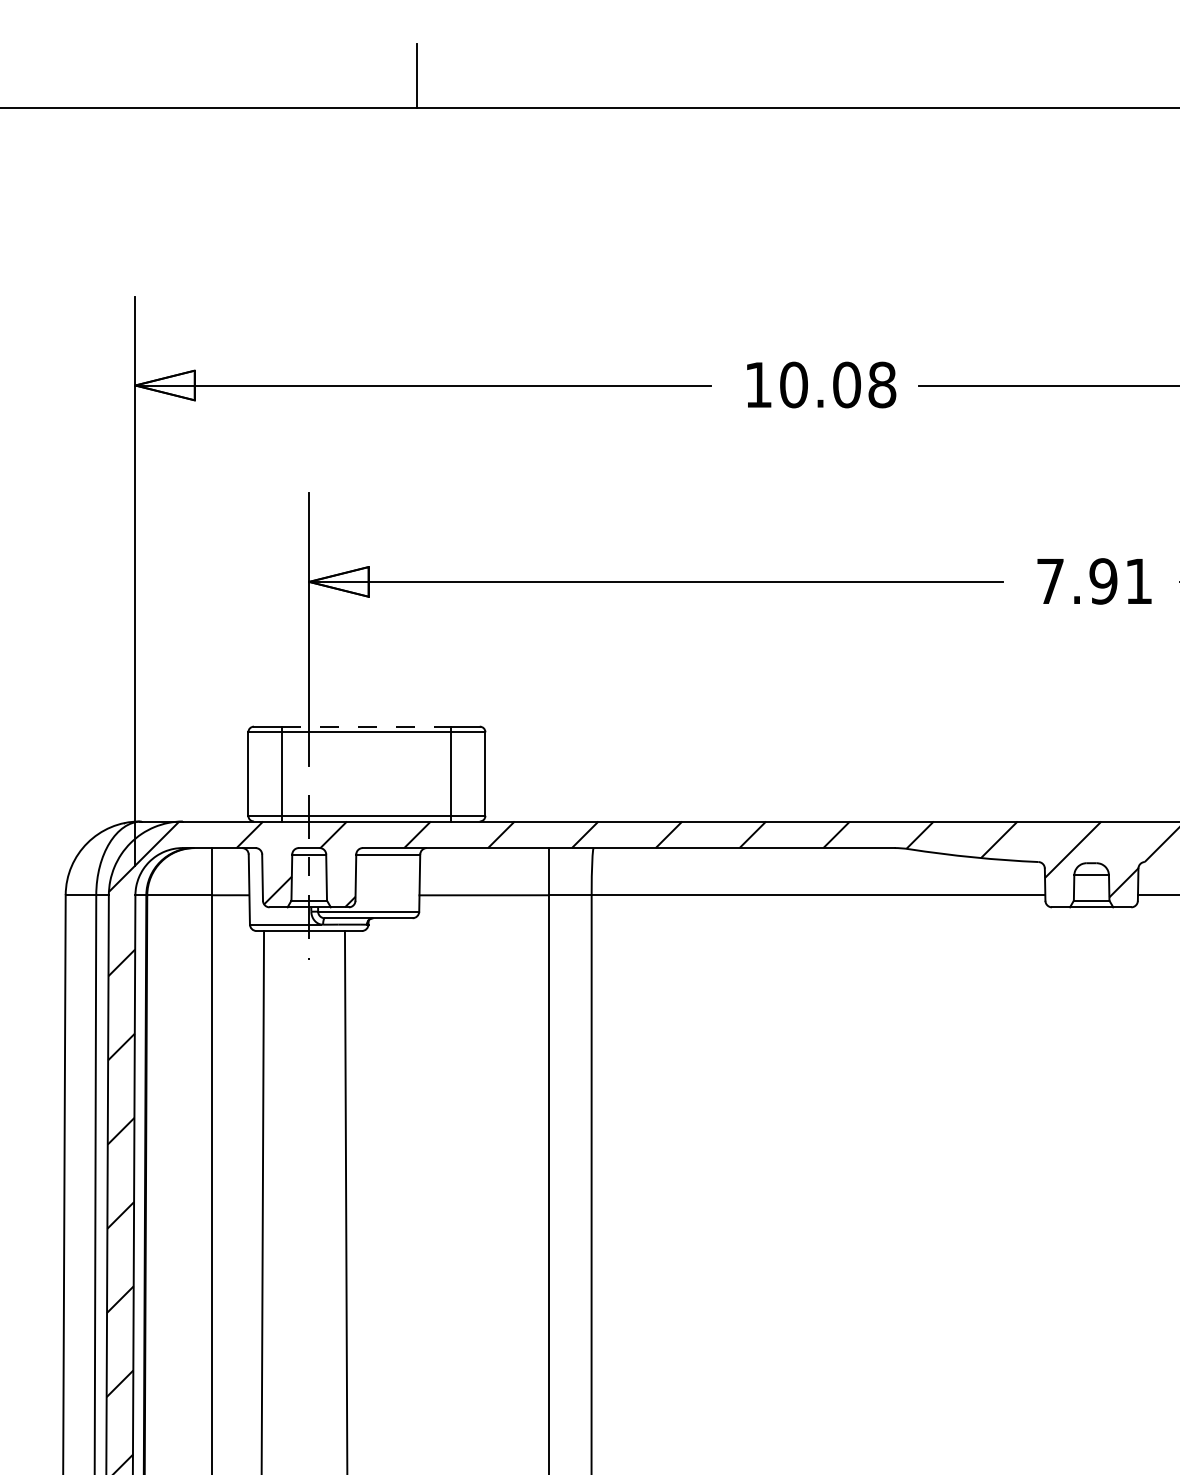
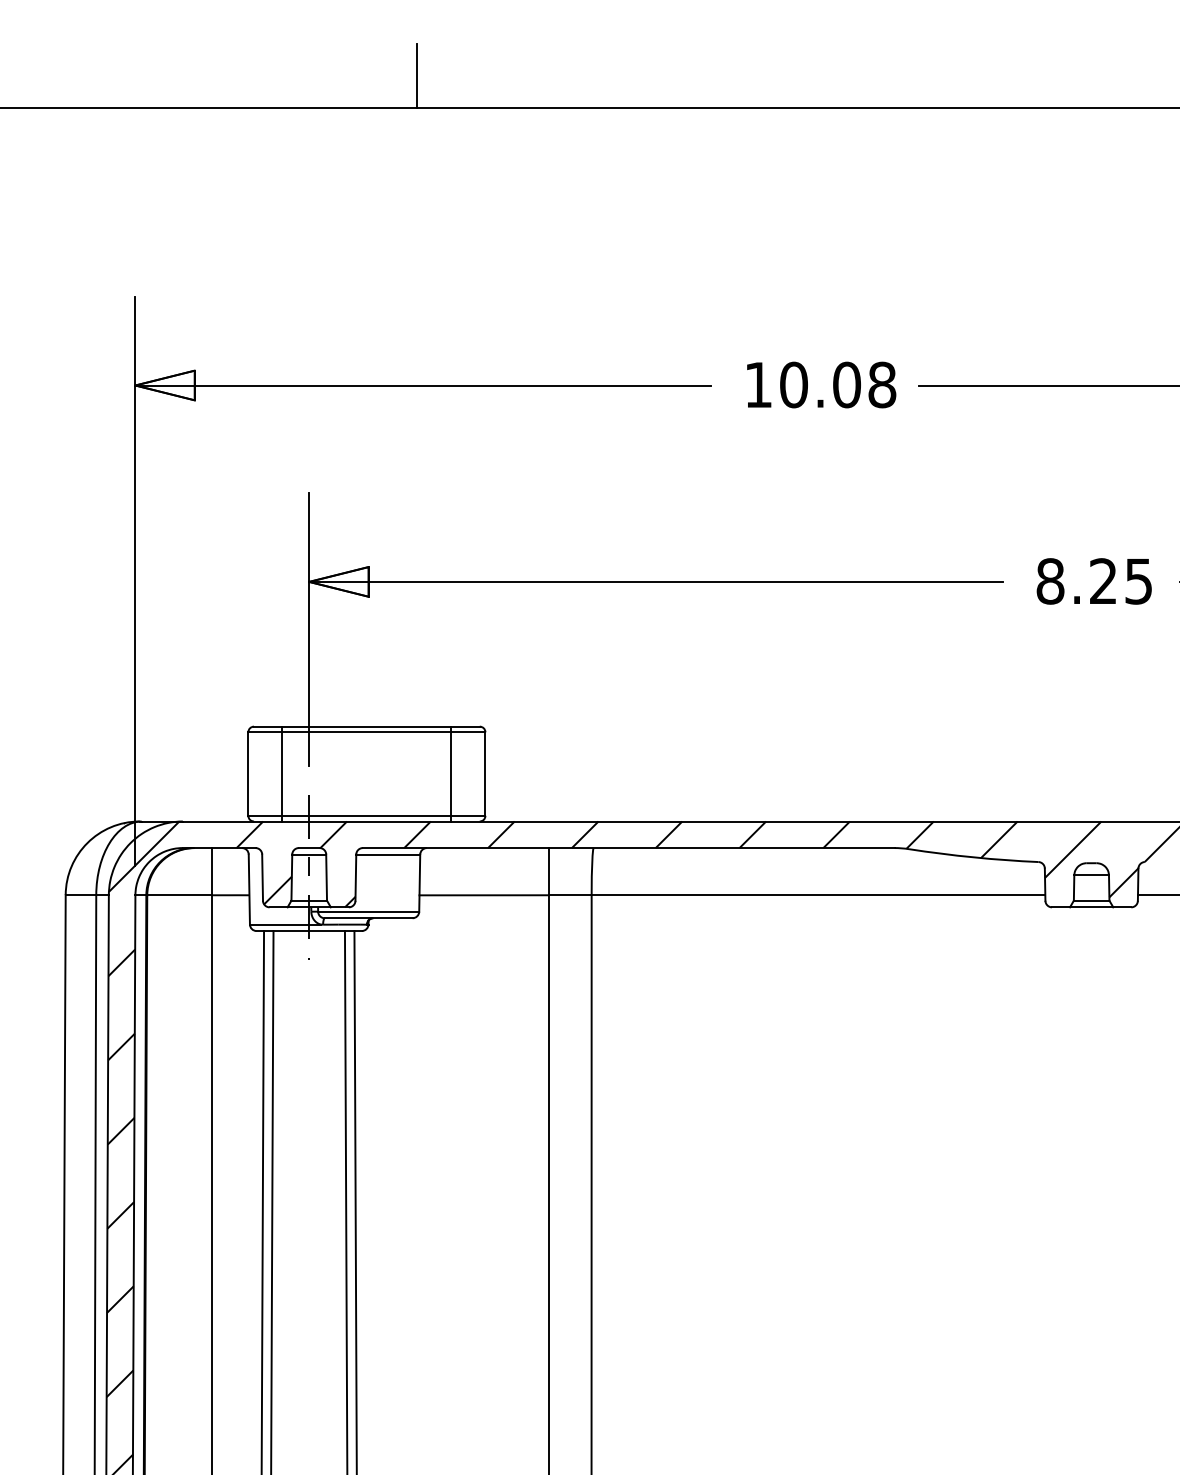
text at (1093, 581): 7.91 -> 8.25
line at (367, 726): dashed -> solid
line at (272, 1201): none -> present
line at (355, 1201): none -> present
